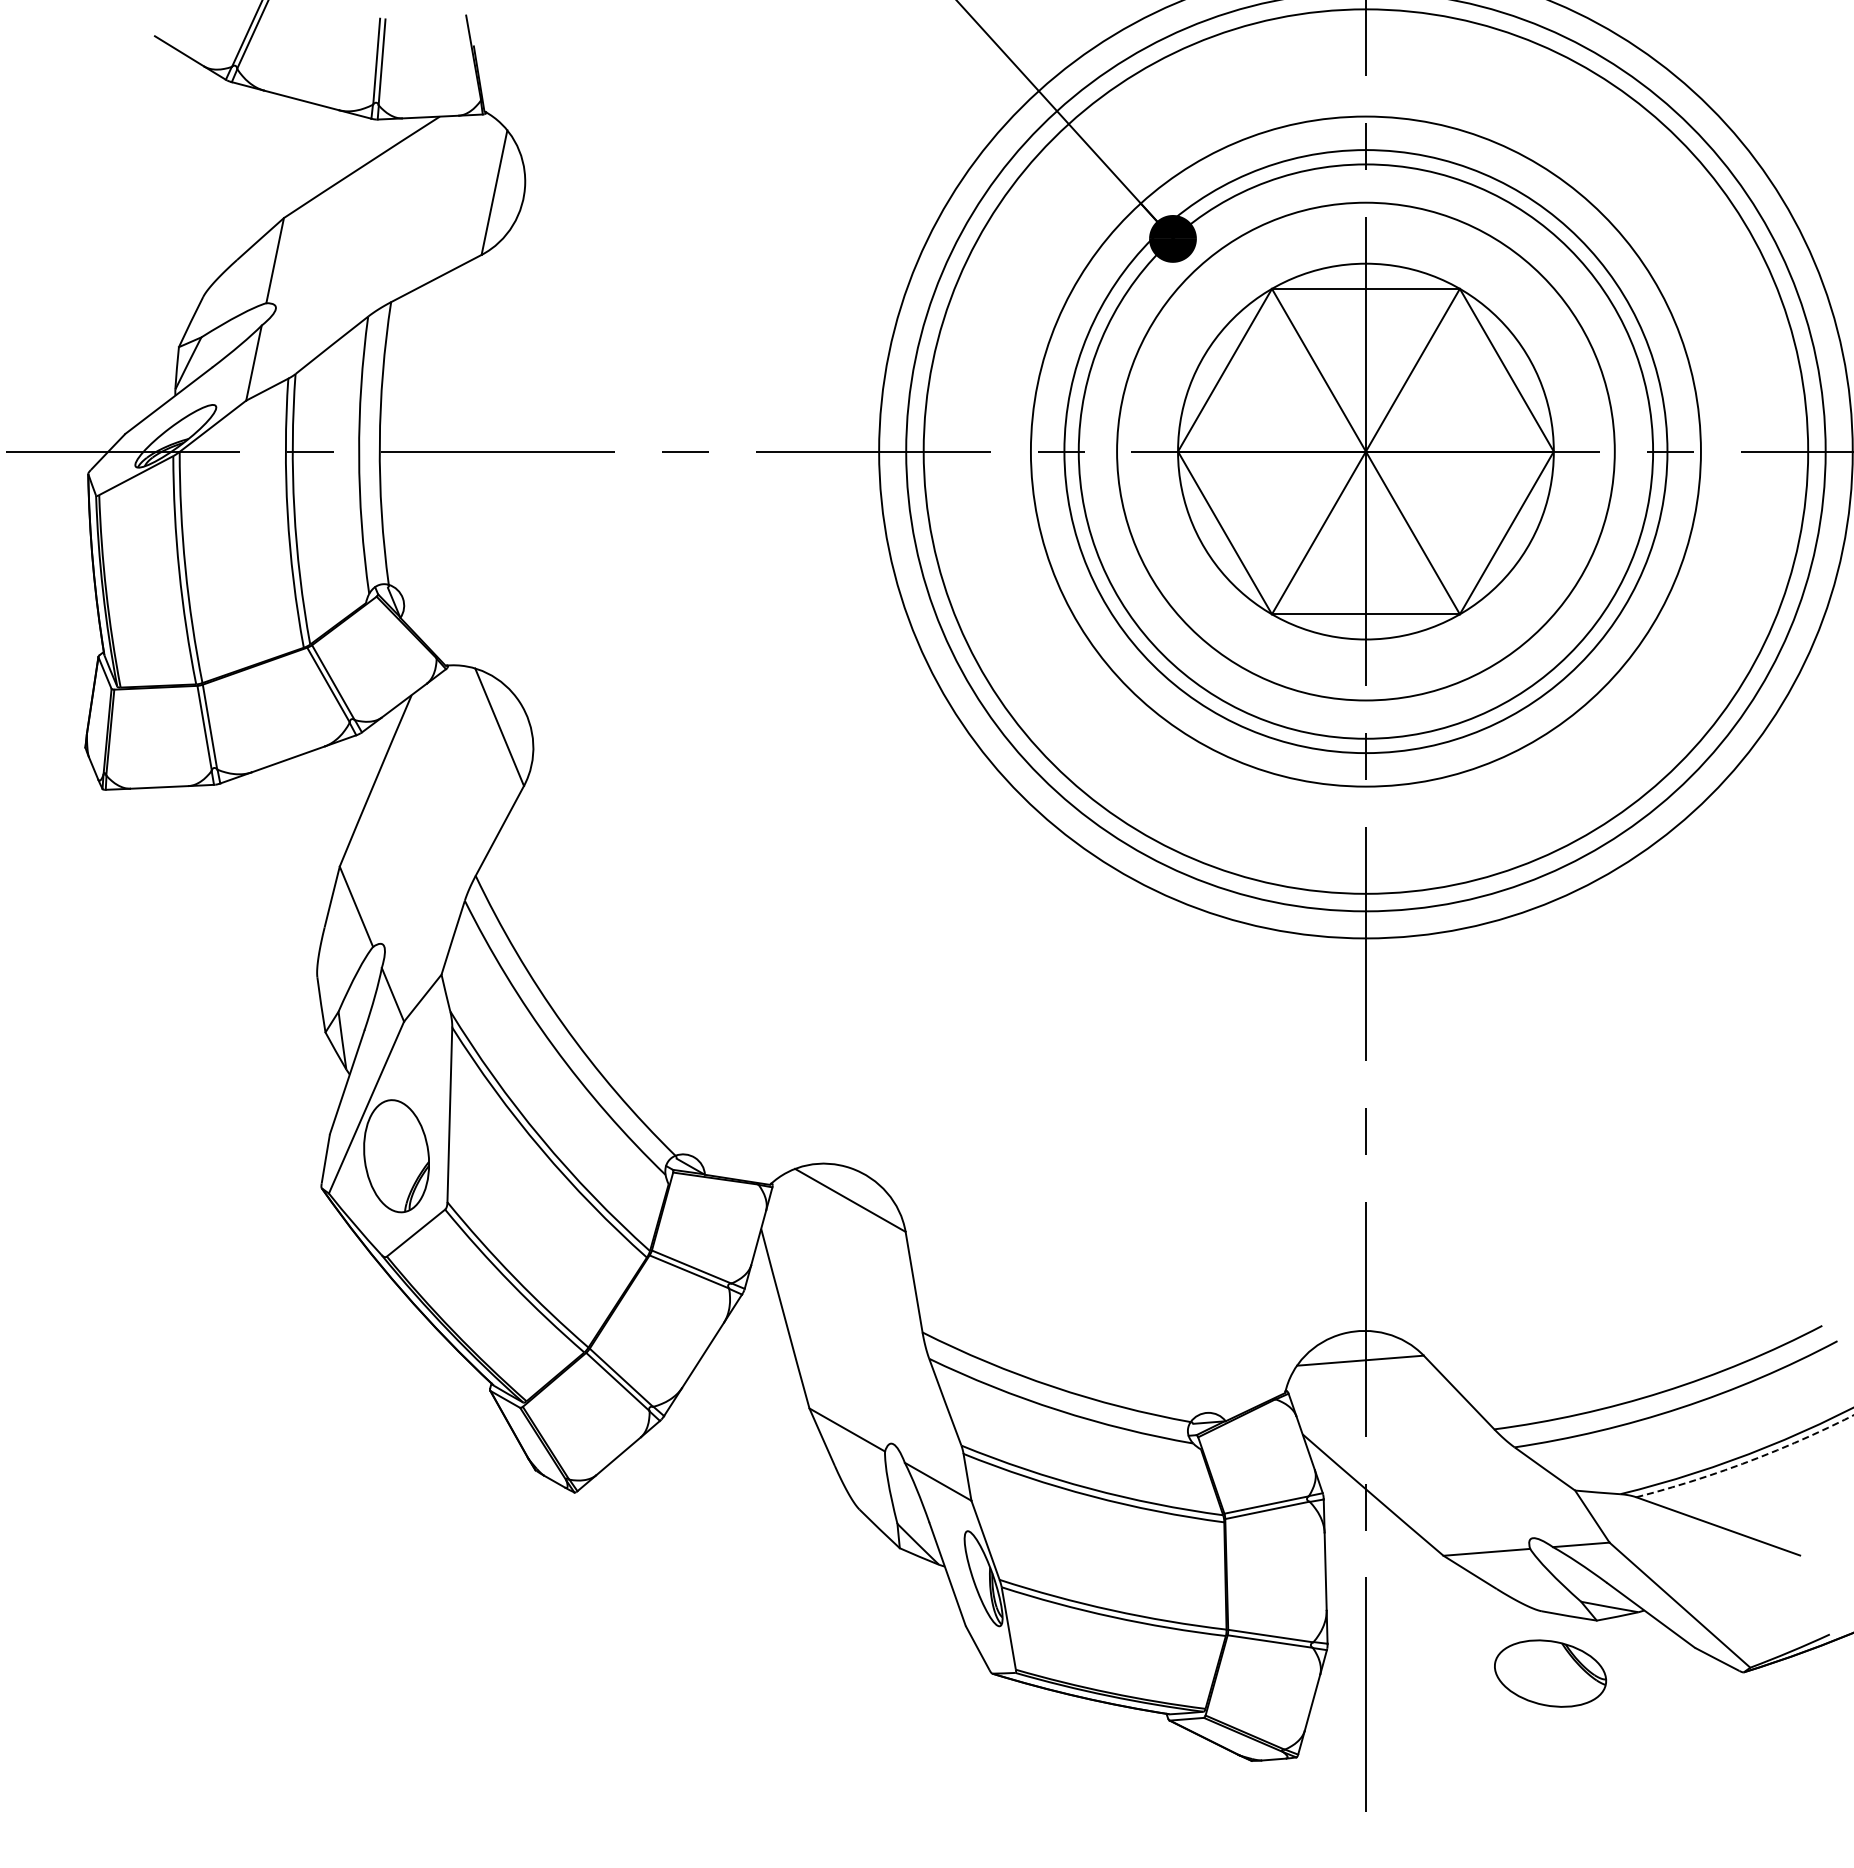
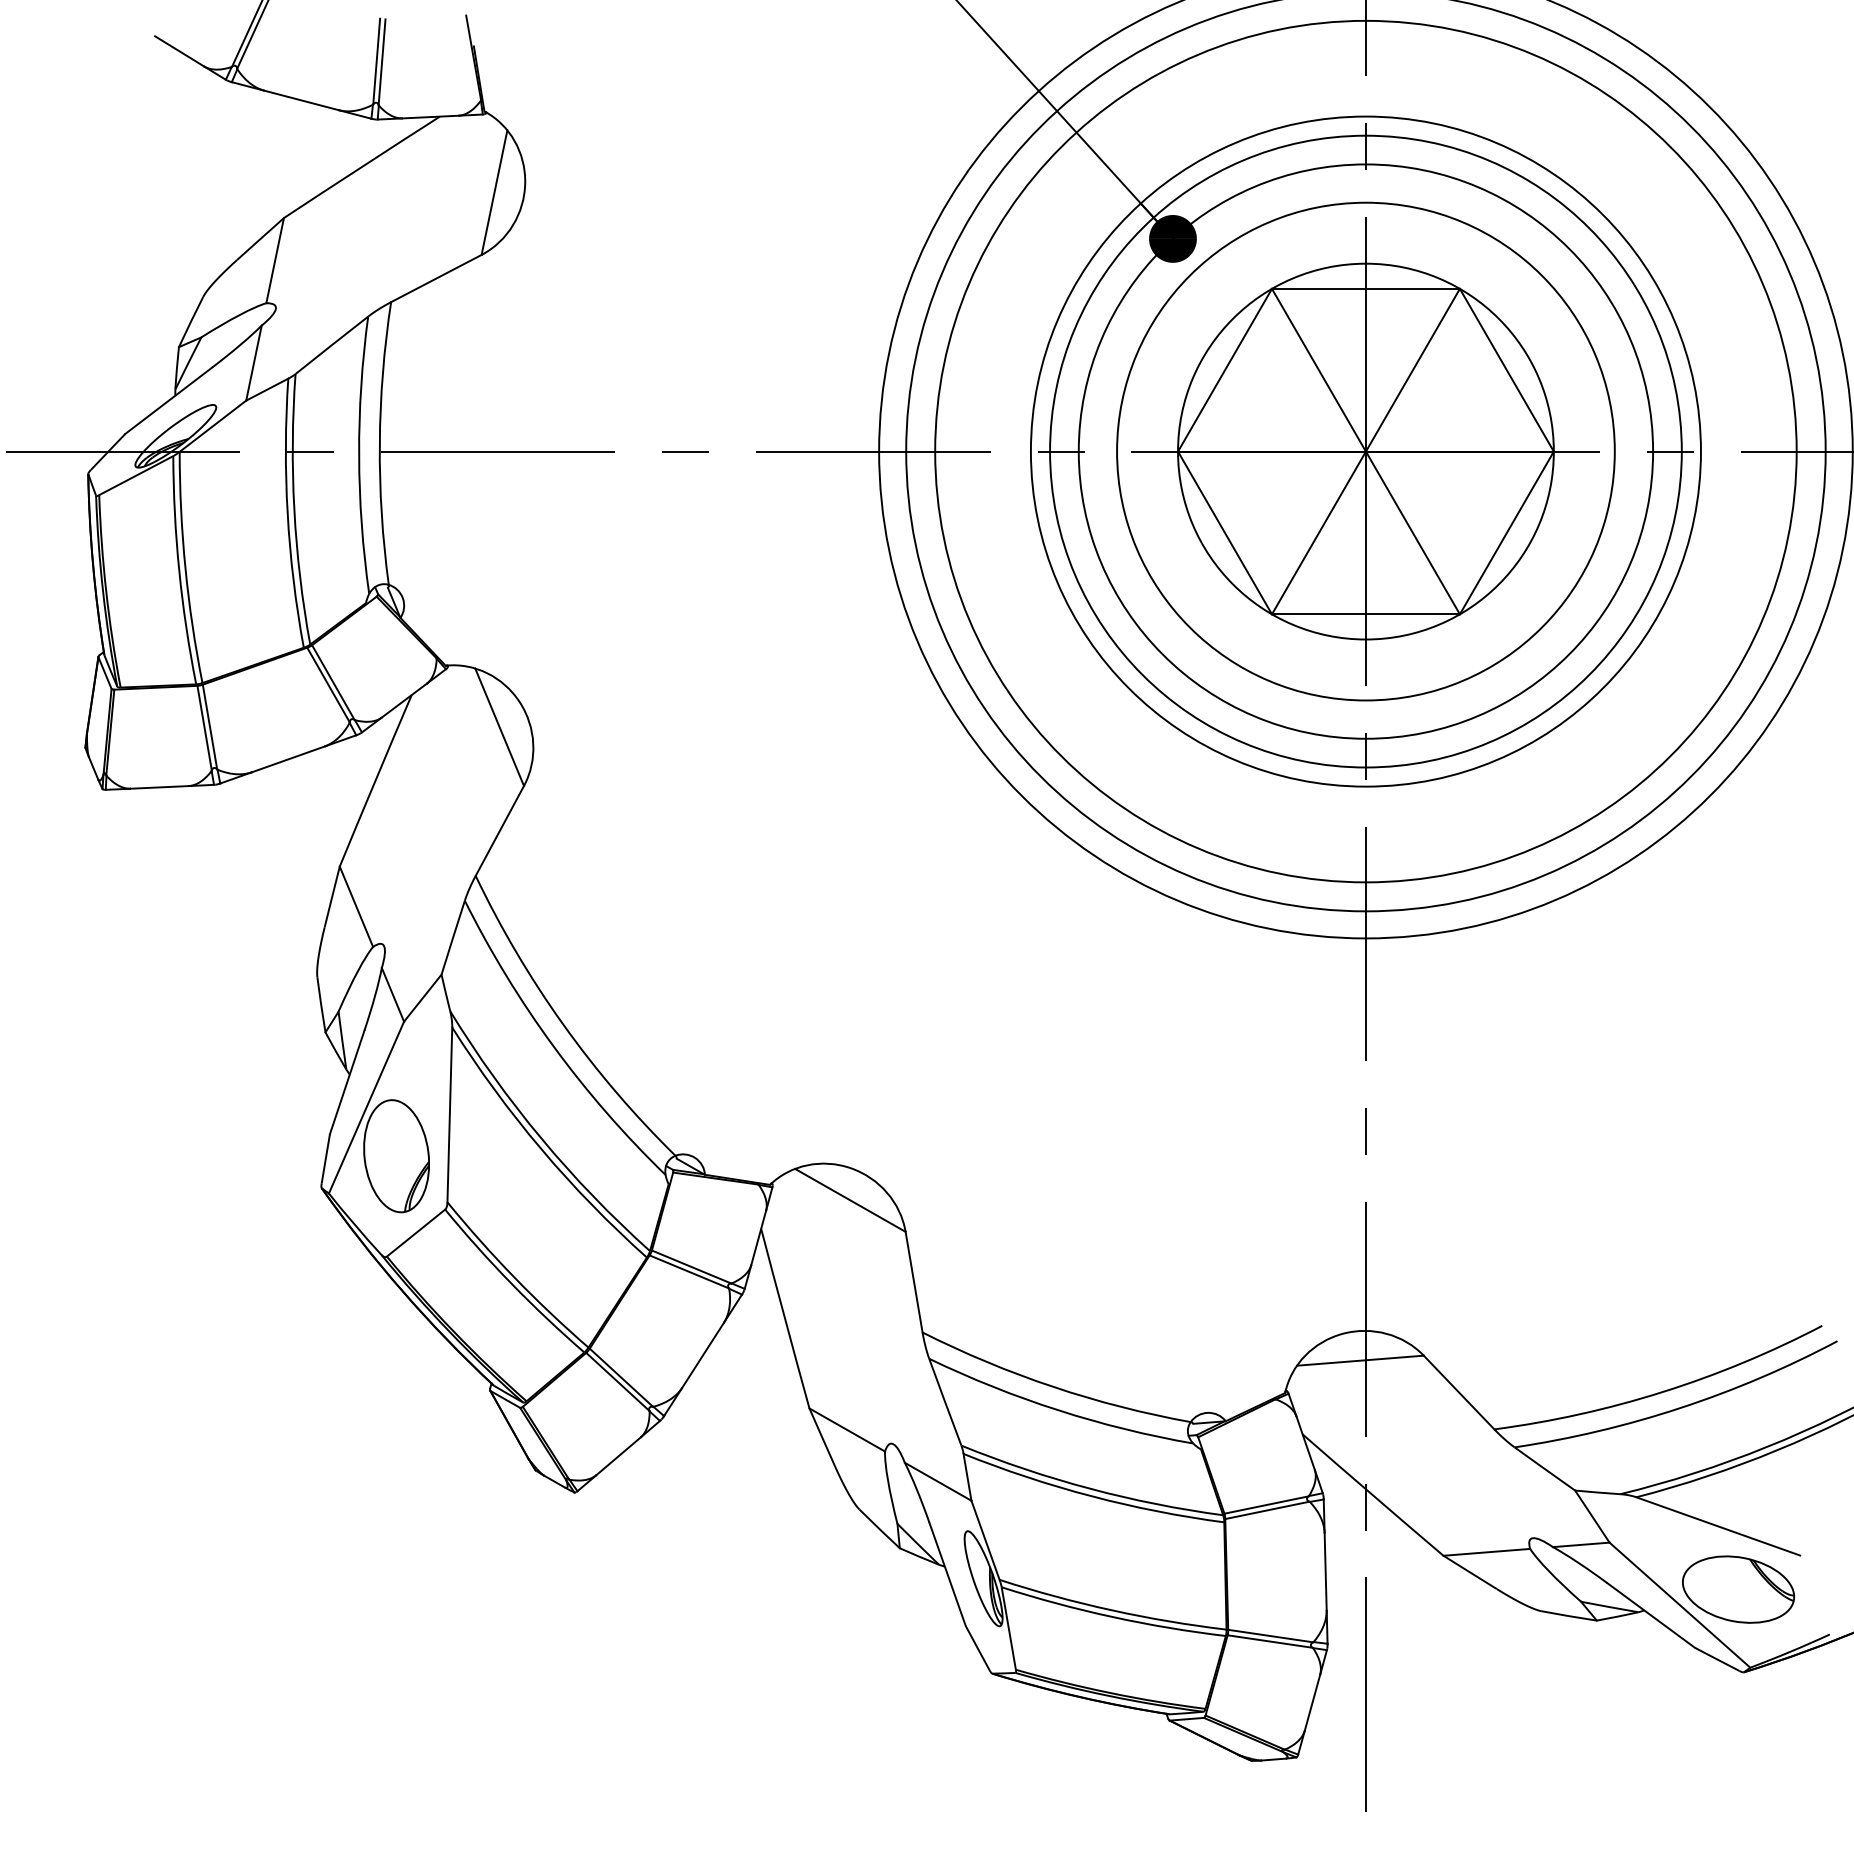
circle at (1365, 451) diameter: 603 px -> 861 px
circle at (1365, 451) diameter: 884 px -> 632 px
arc at (1747, 1462): dashed -> solid
part at (1550, 1673) position: (1550, 1673) -> (1738, 1589)
